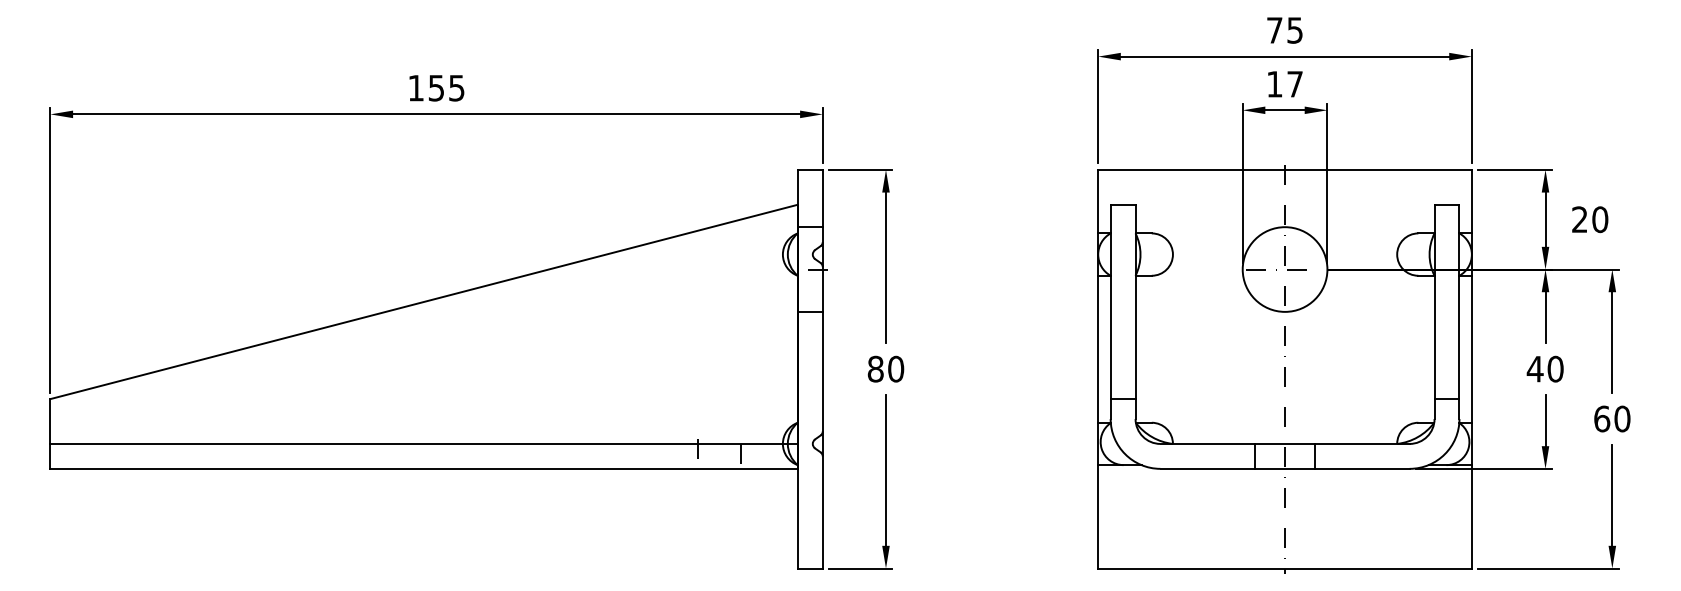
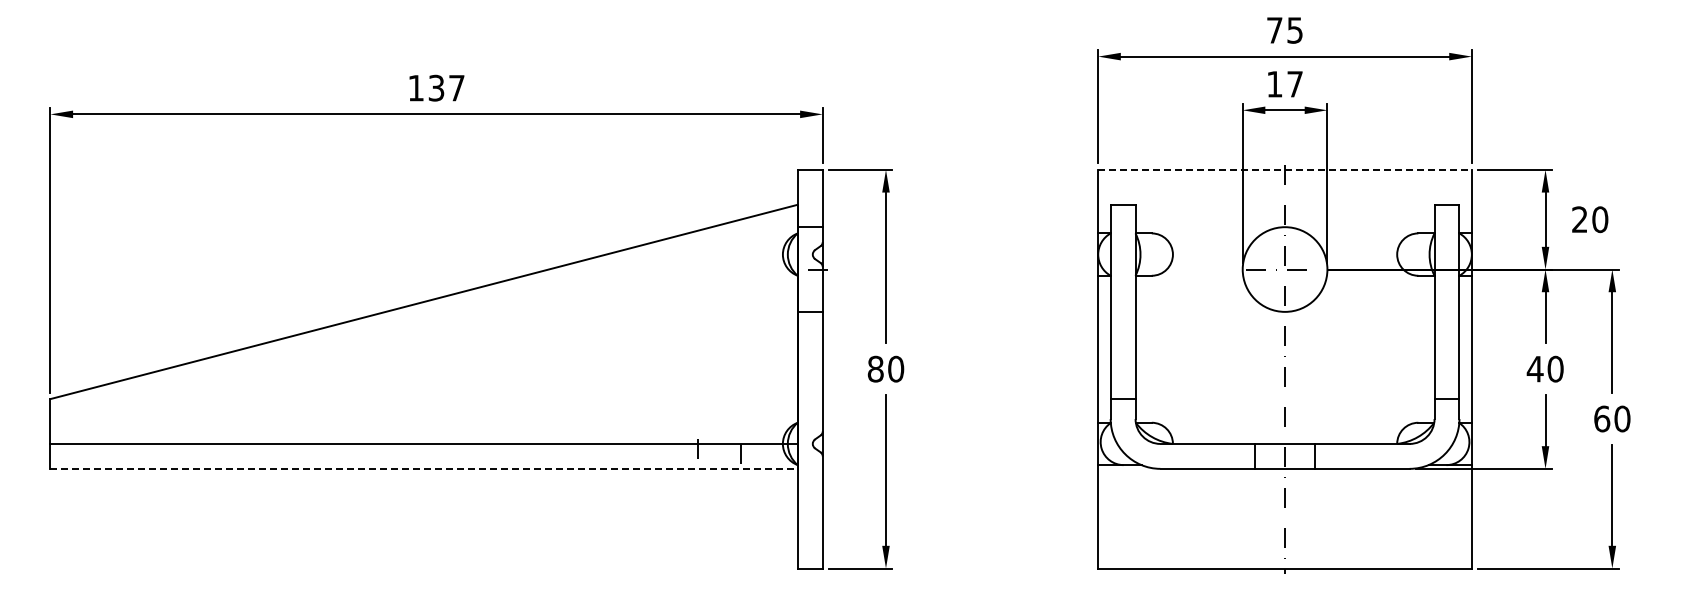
text at (446, 87): 155 -> 137
line at (1285, 169): solid -> dashed
line at (424, 468): solid -> dashed
